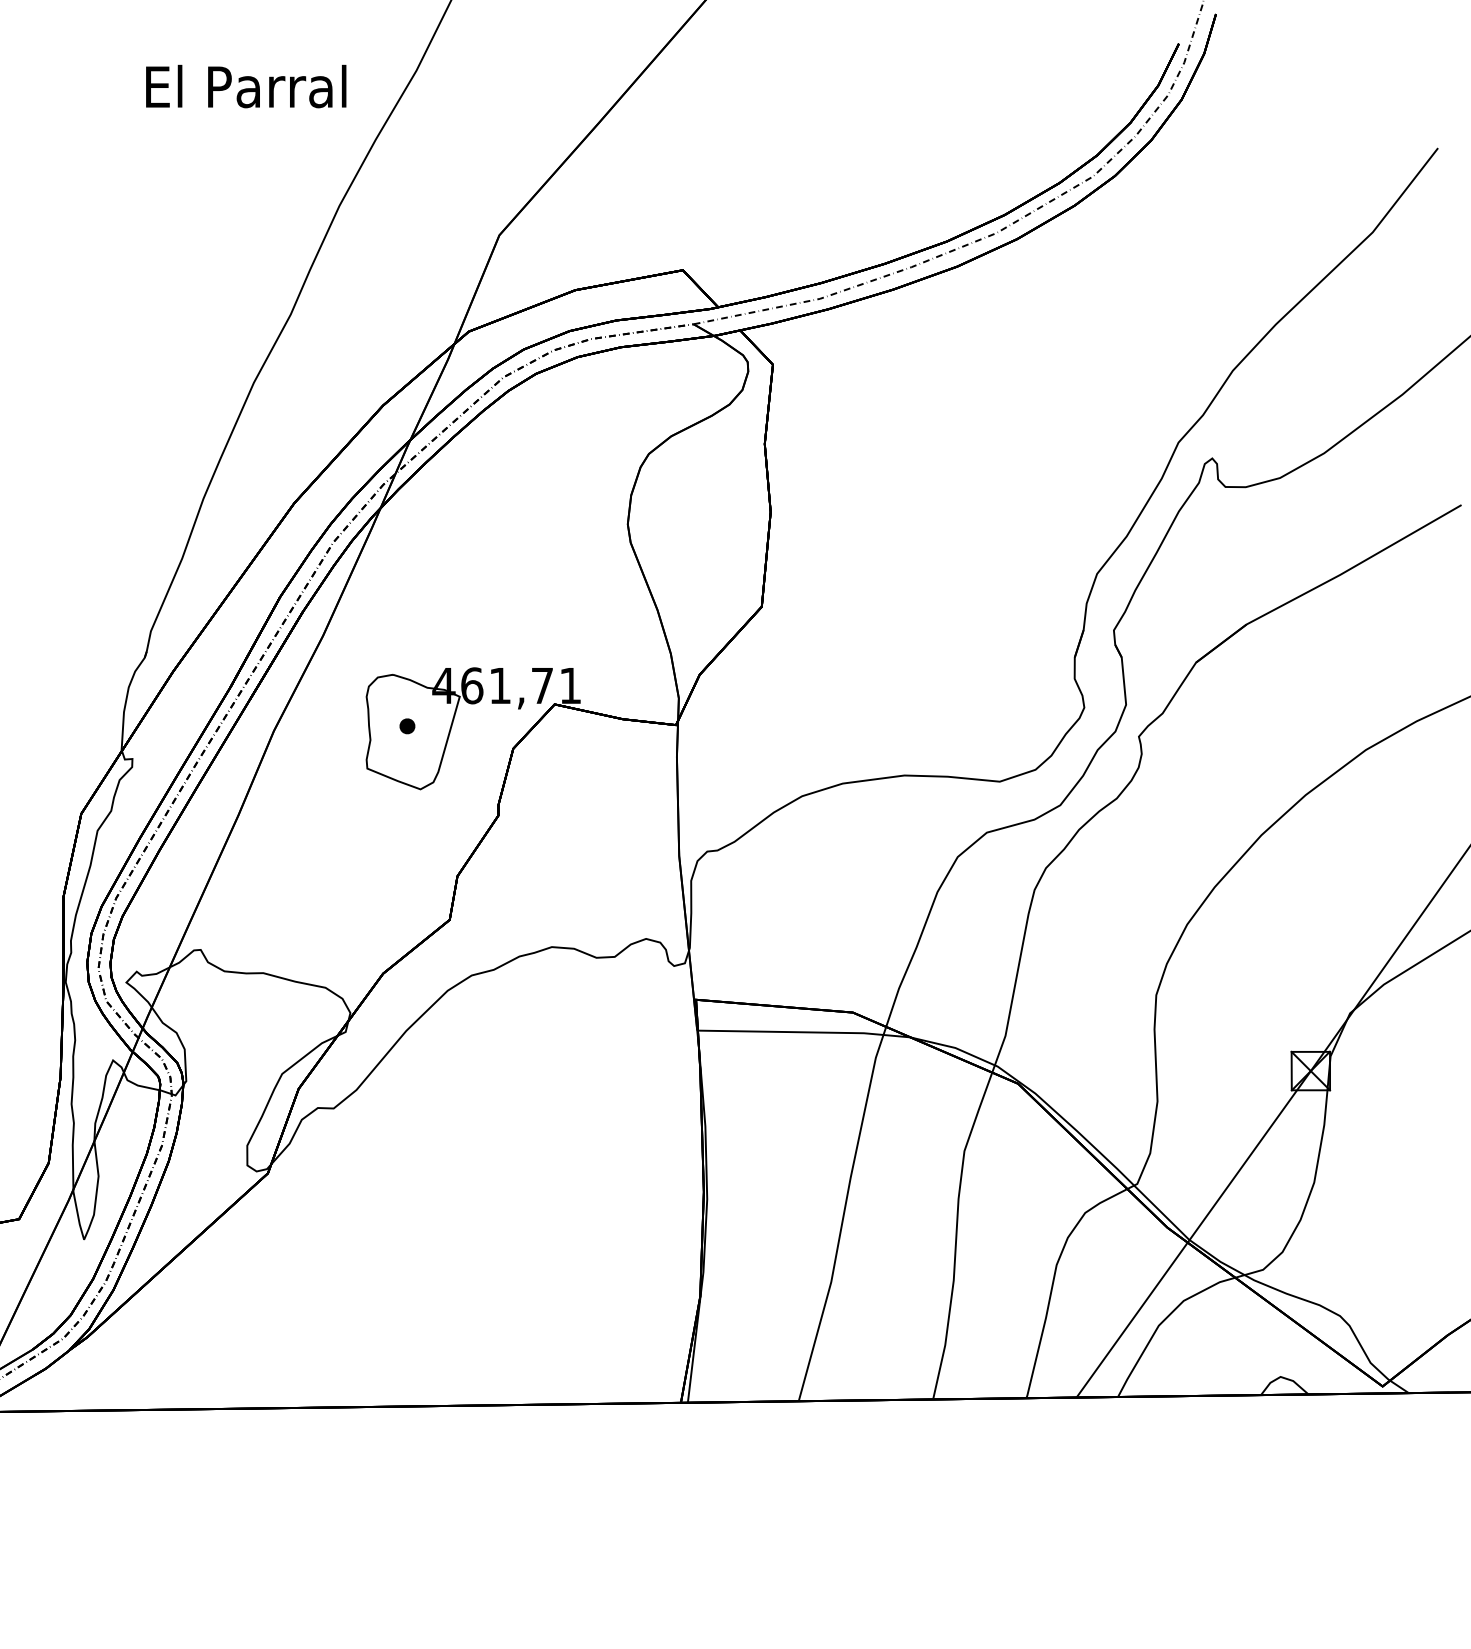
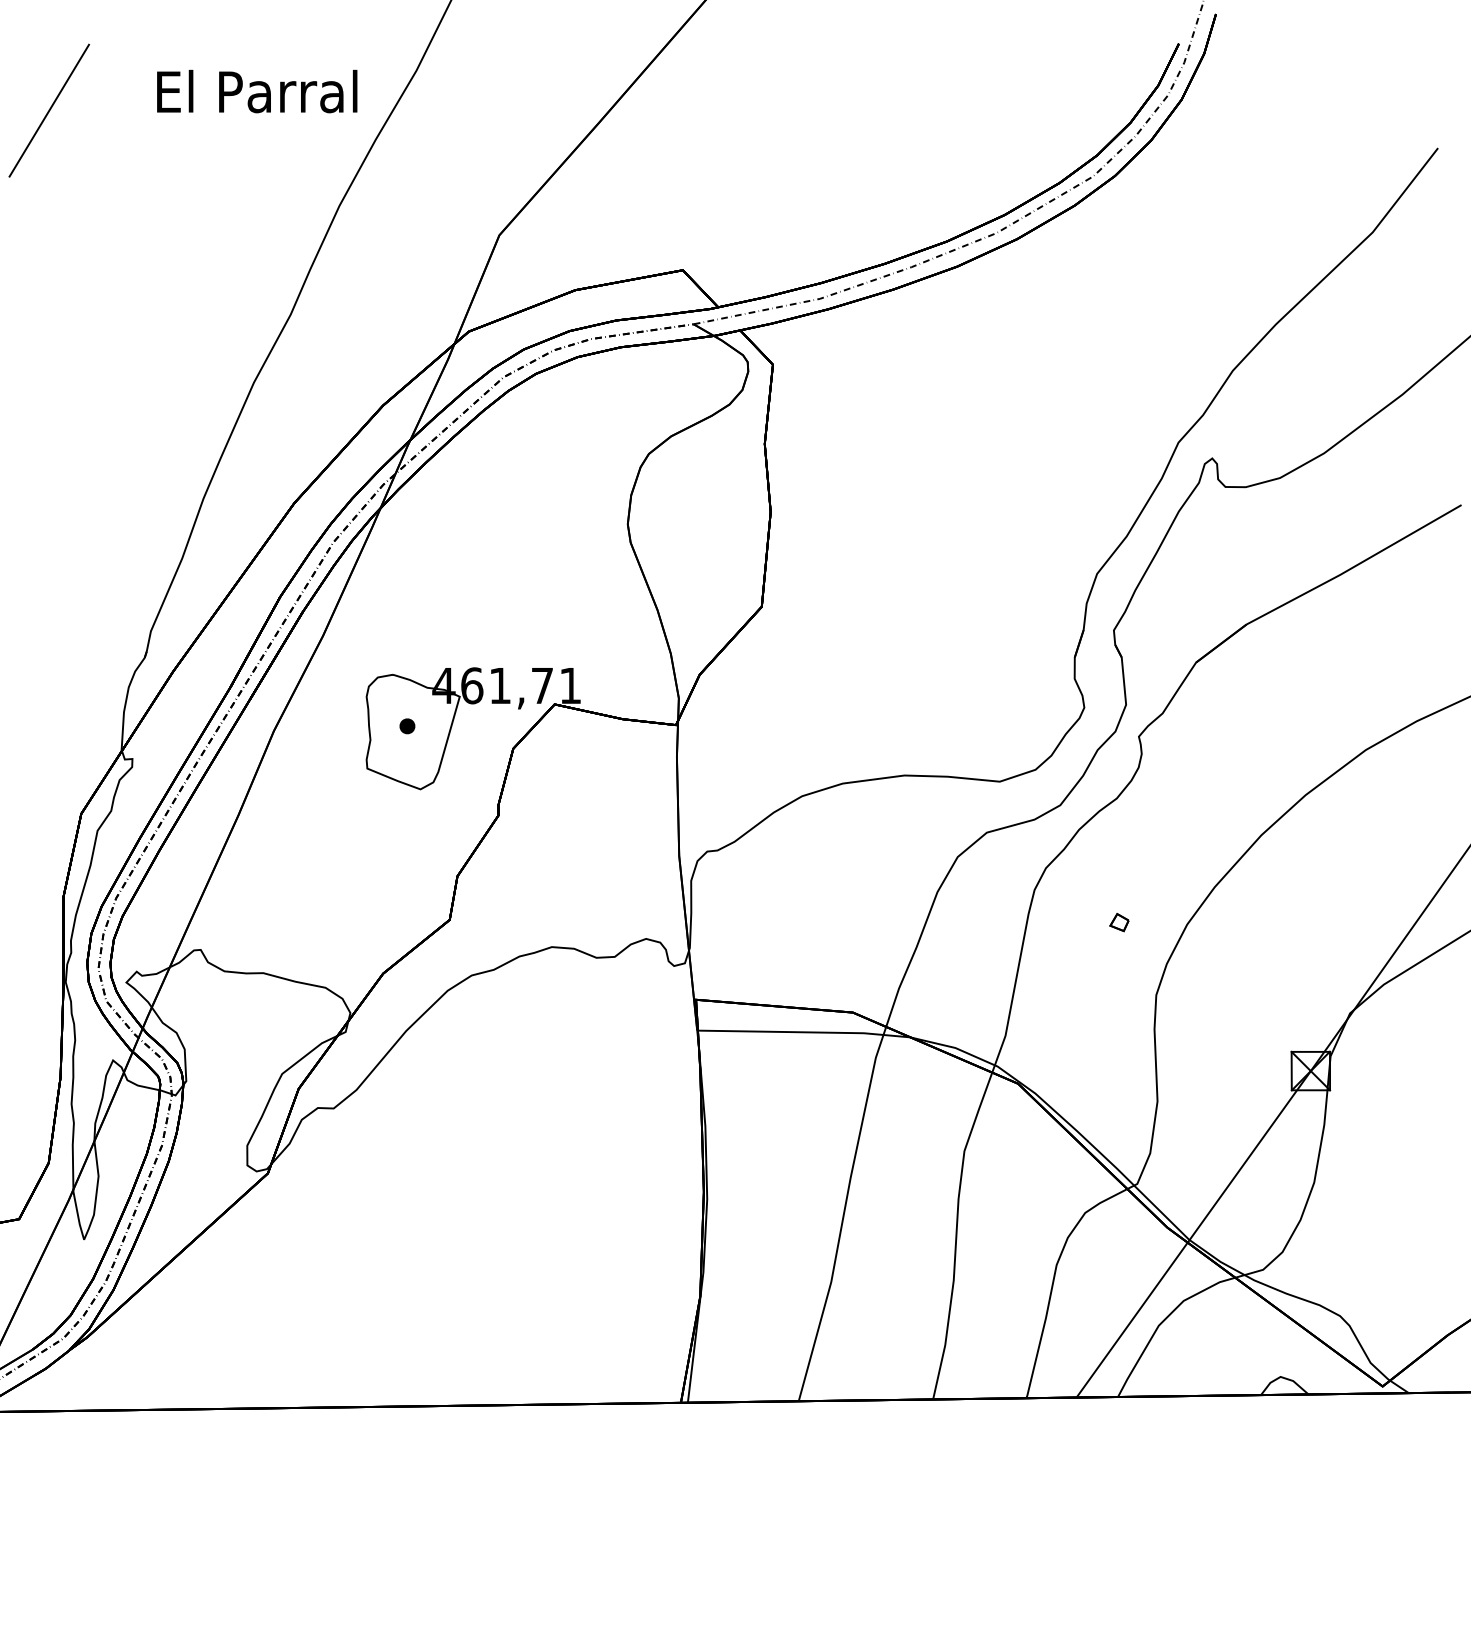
text at (246, 86) position: (246, 86) -> (257, 91)
line at (49, 110): none -> present
part at (1119, 922): none -> present
